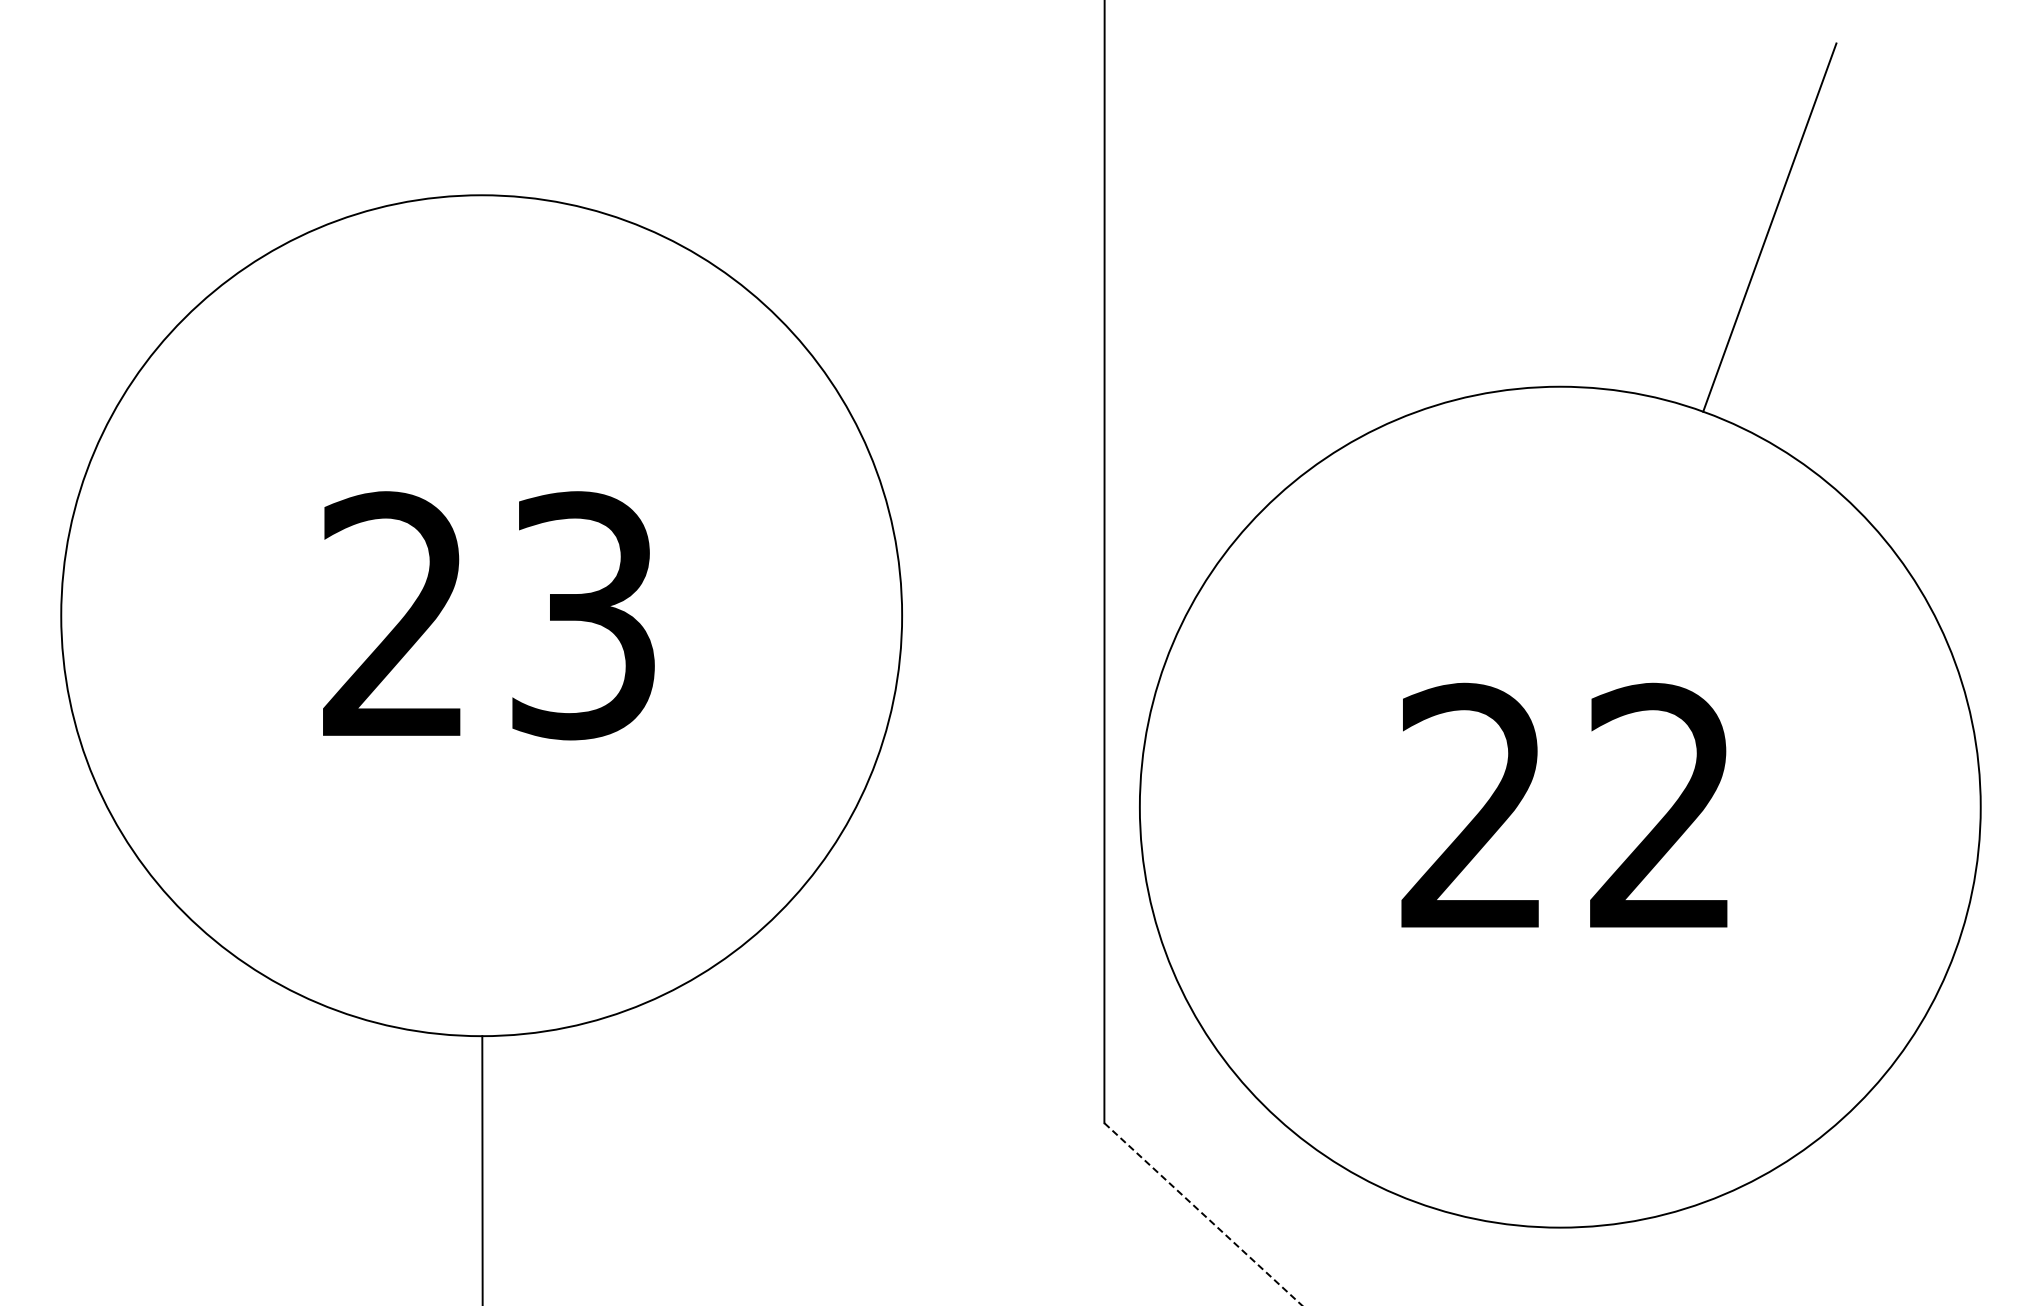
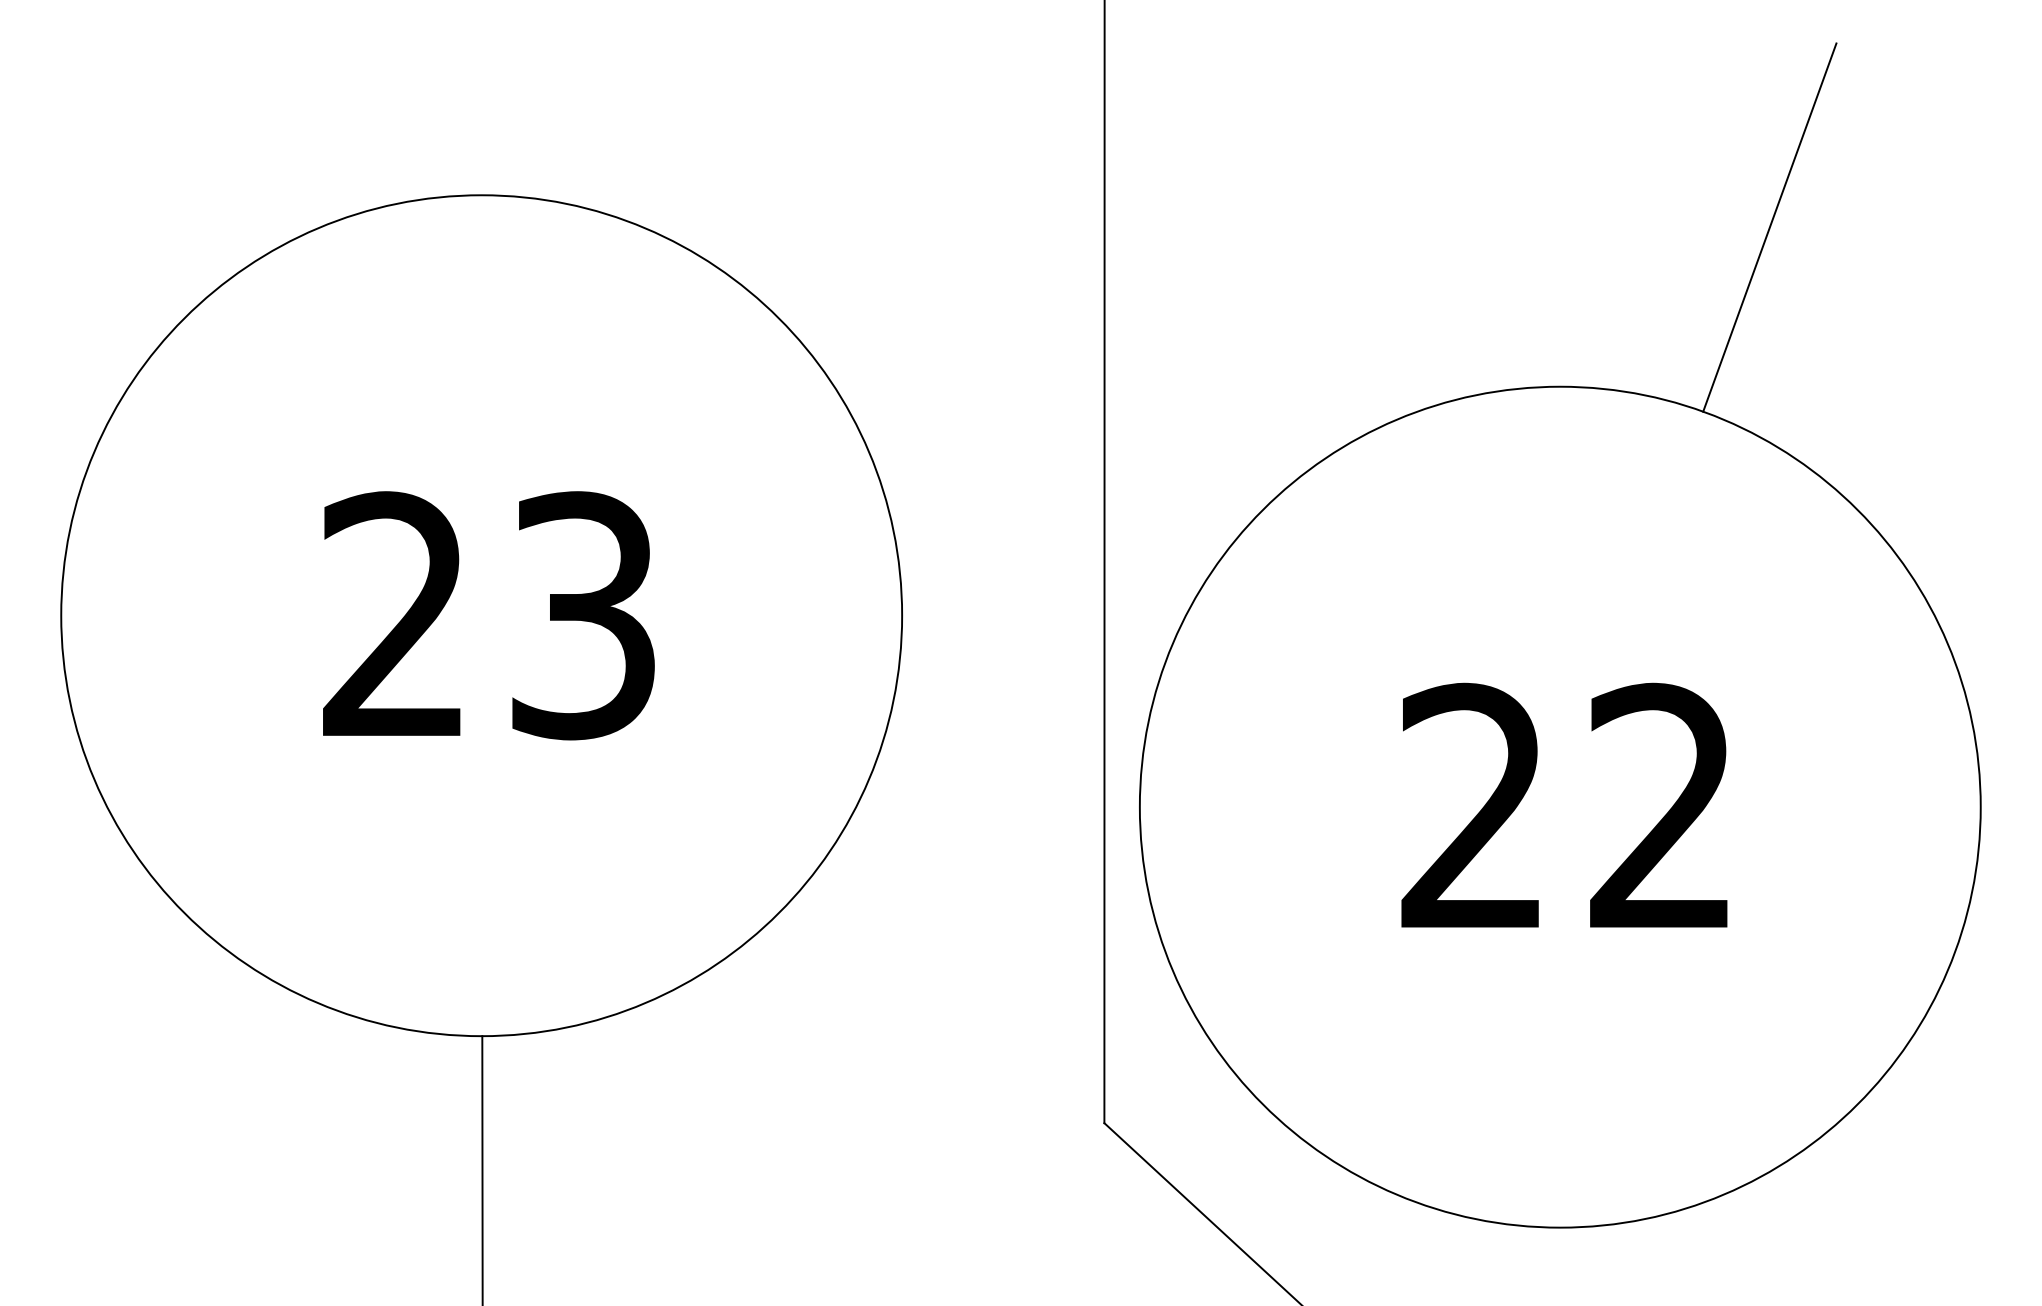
line at (1203, 1214): dashed -> solid
